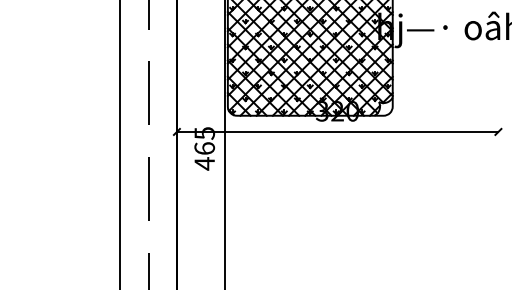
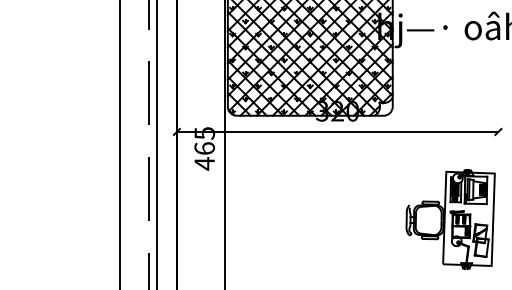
line at (156, 144): none -> present
part at (450, 219): none -> present
